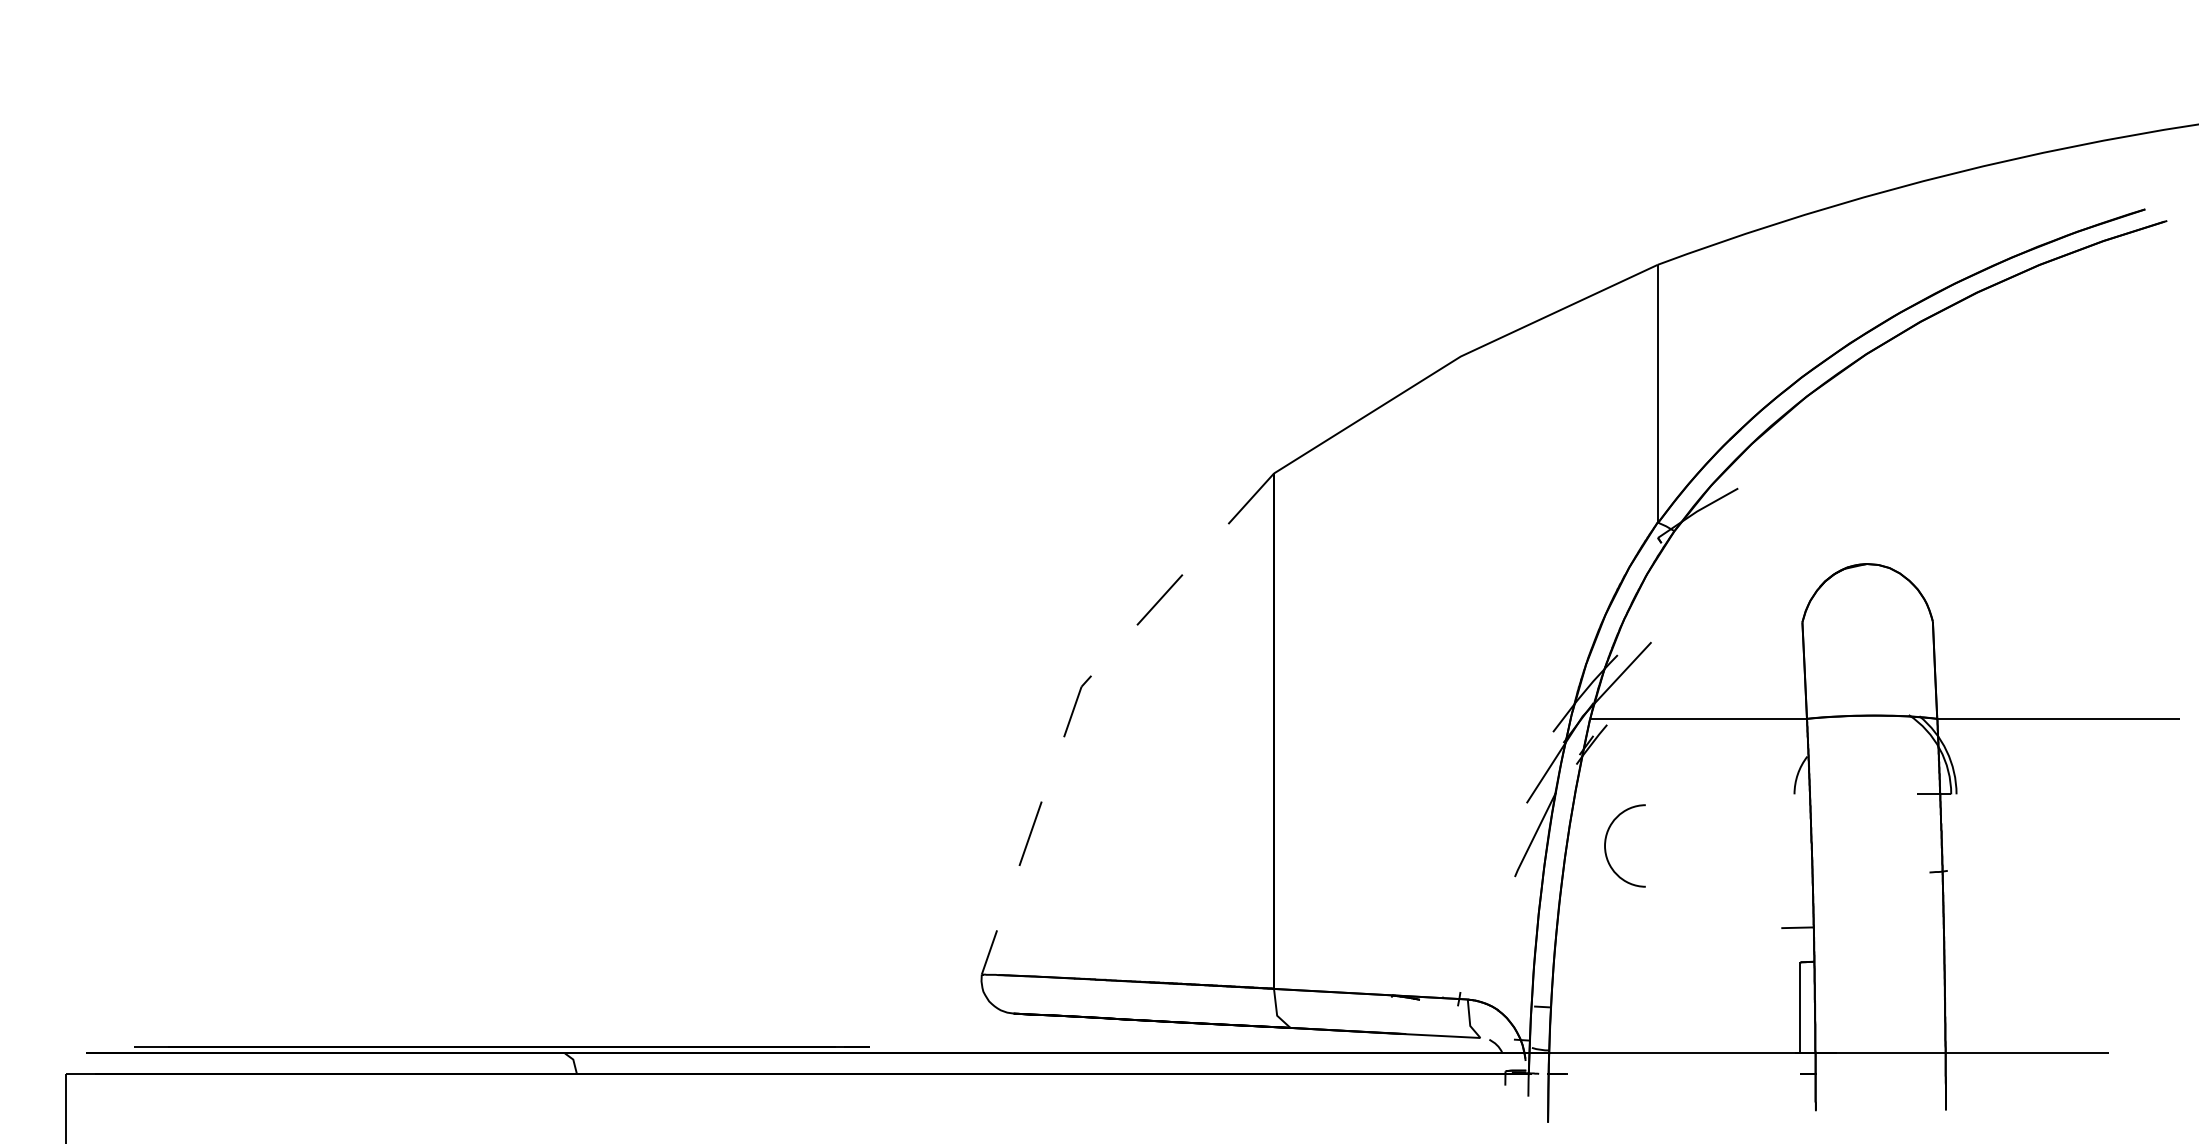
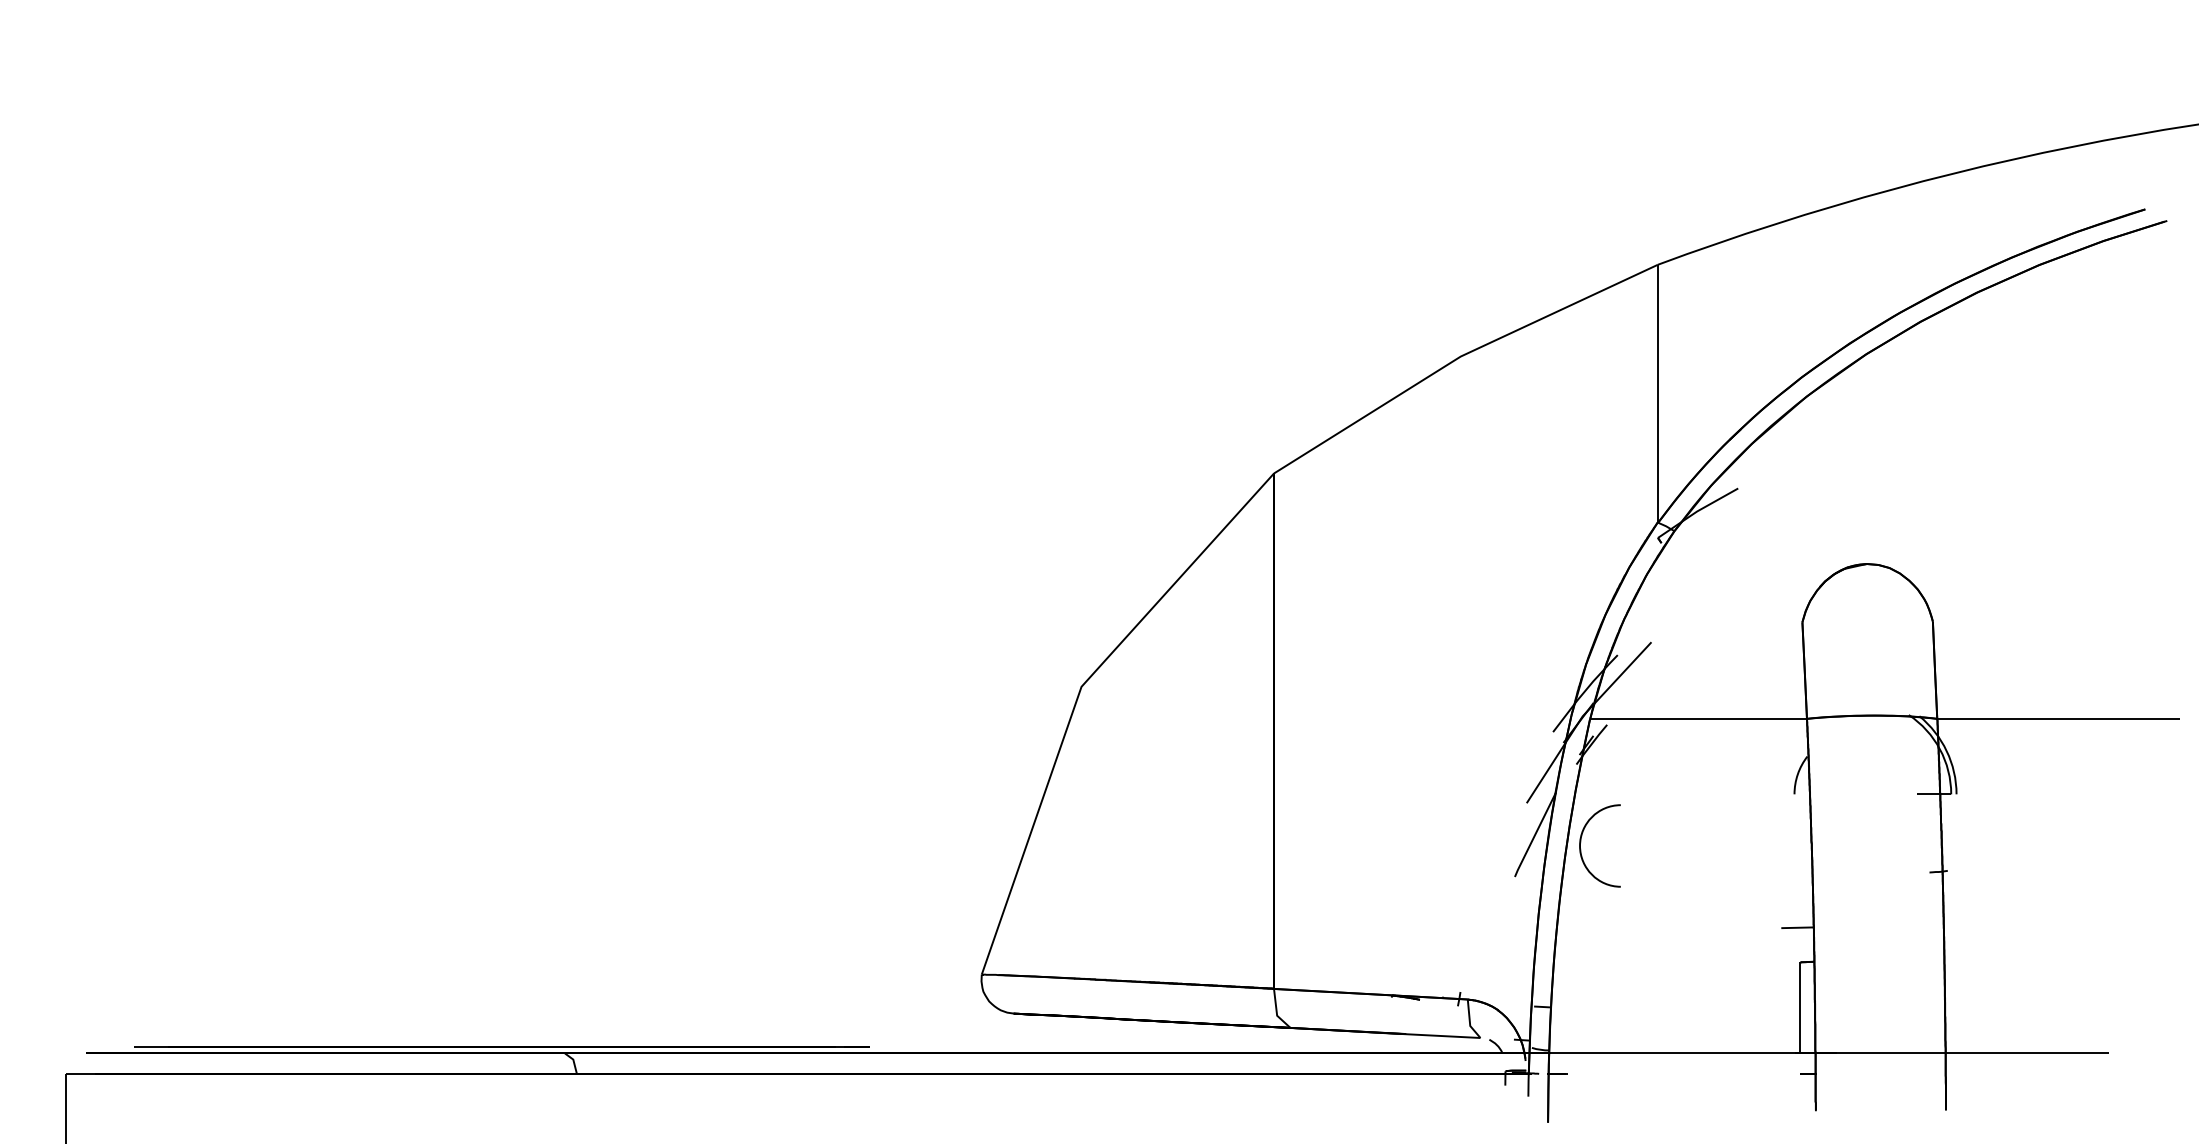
line at (1078, 694): dashed -> solid
curve at (1606, 842) position: (1606, 842) -> (1581, 842)
